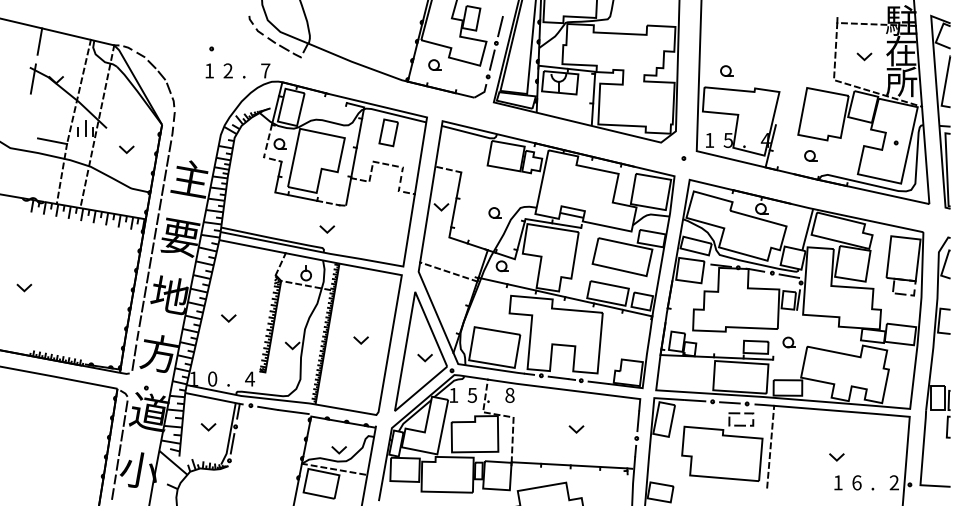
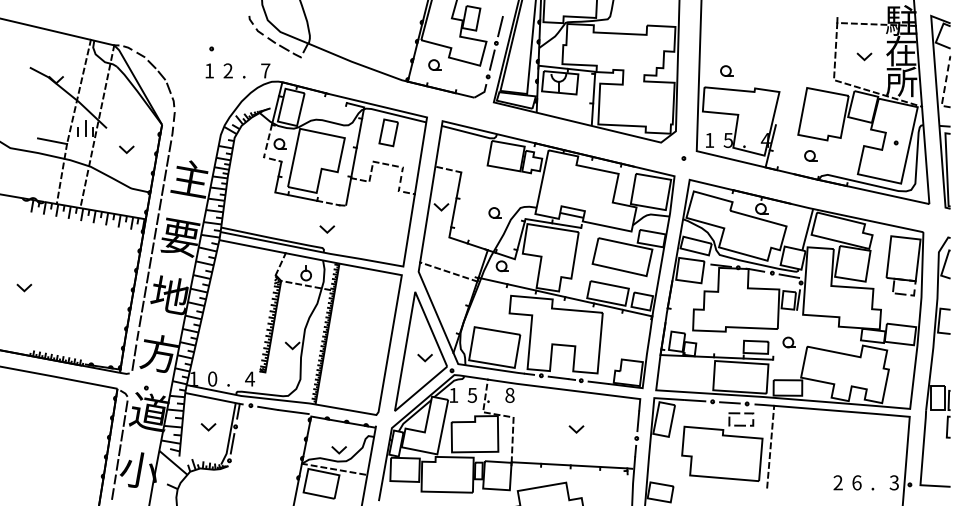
line at (39, 41): present -> none
line at (32, 78): present -> none
line at (945, 85): solid -> dashed
line at (227, 319): present -> none
line at (359, 340): present -> none
line at (836, 458): present -> none
text at (837, 482): 1 -> 2
text at (893, 482): 2 -> 3
